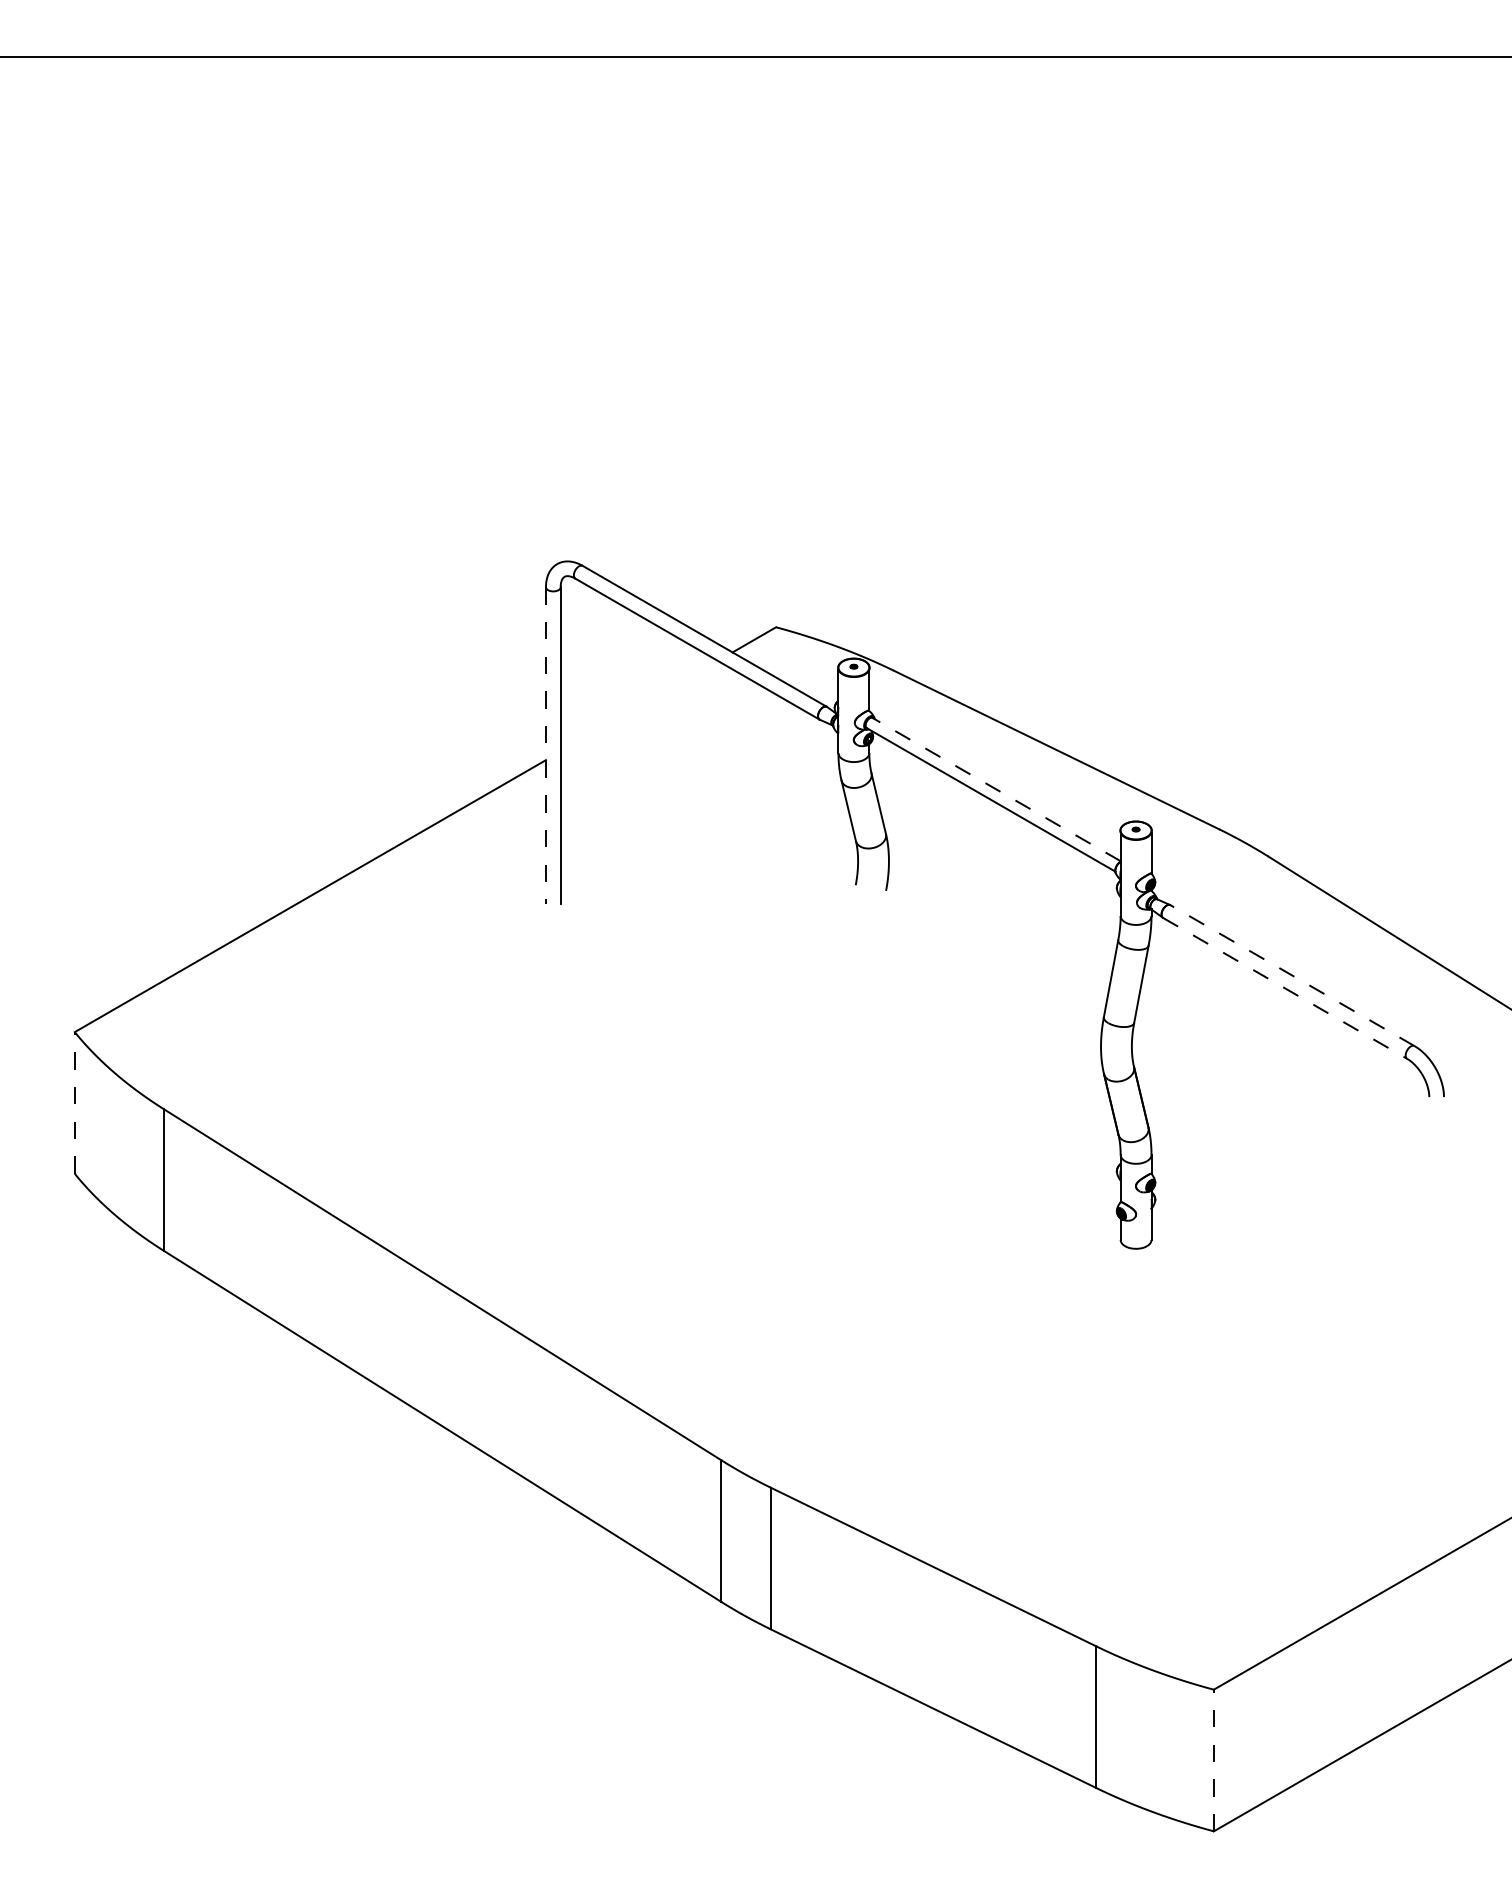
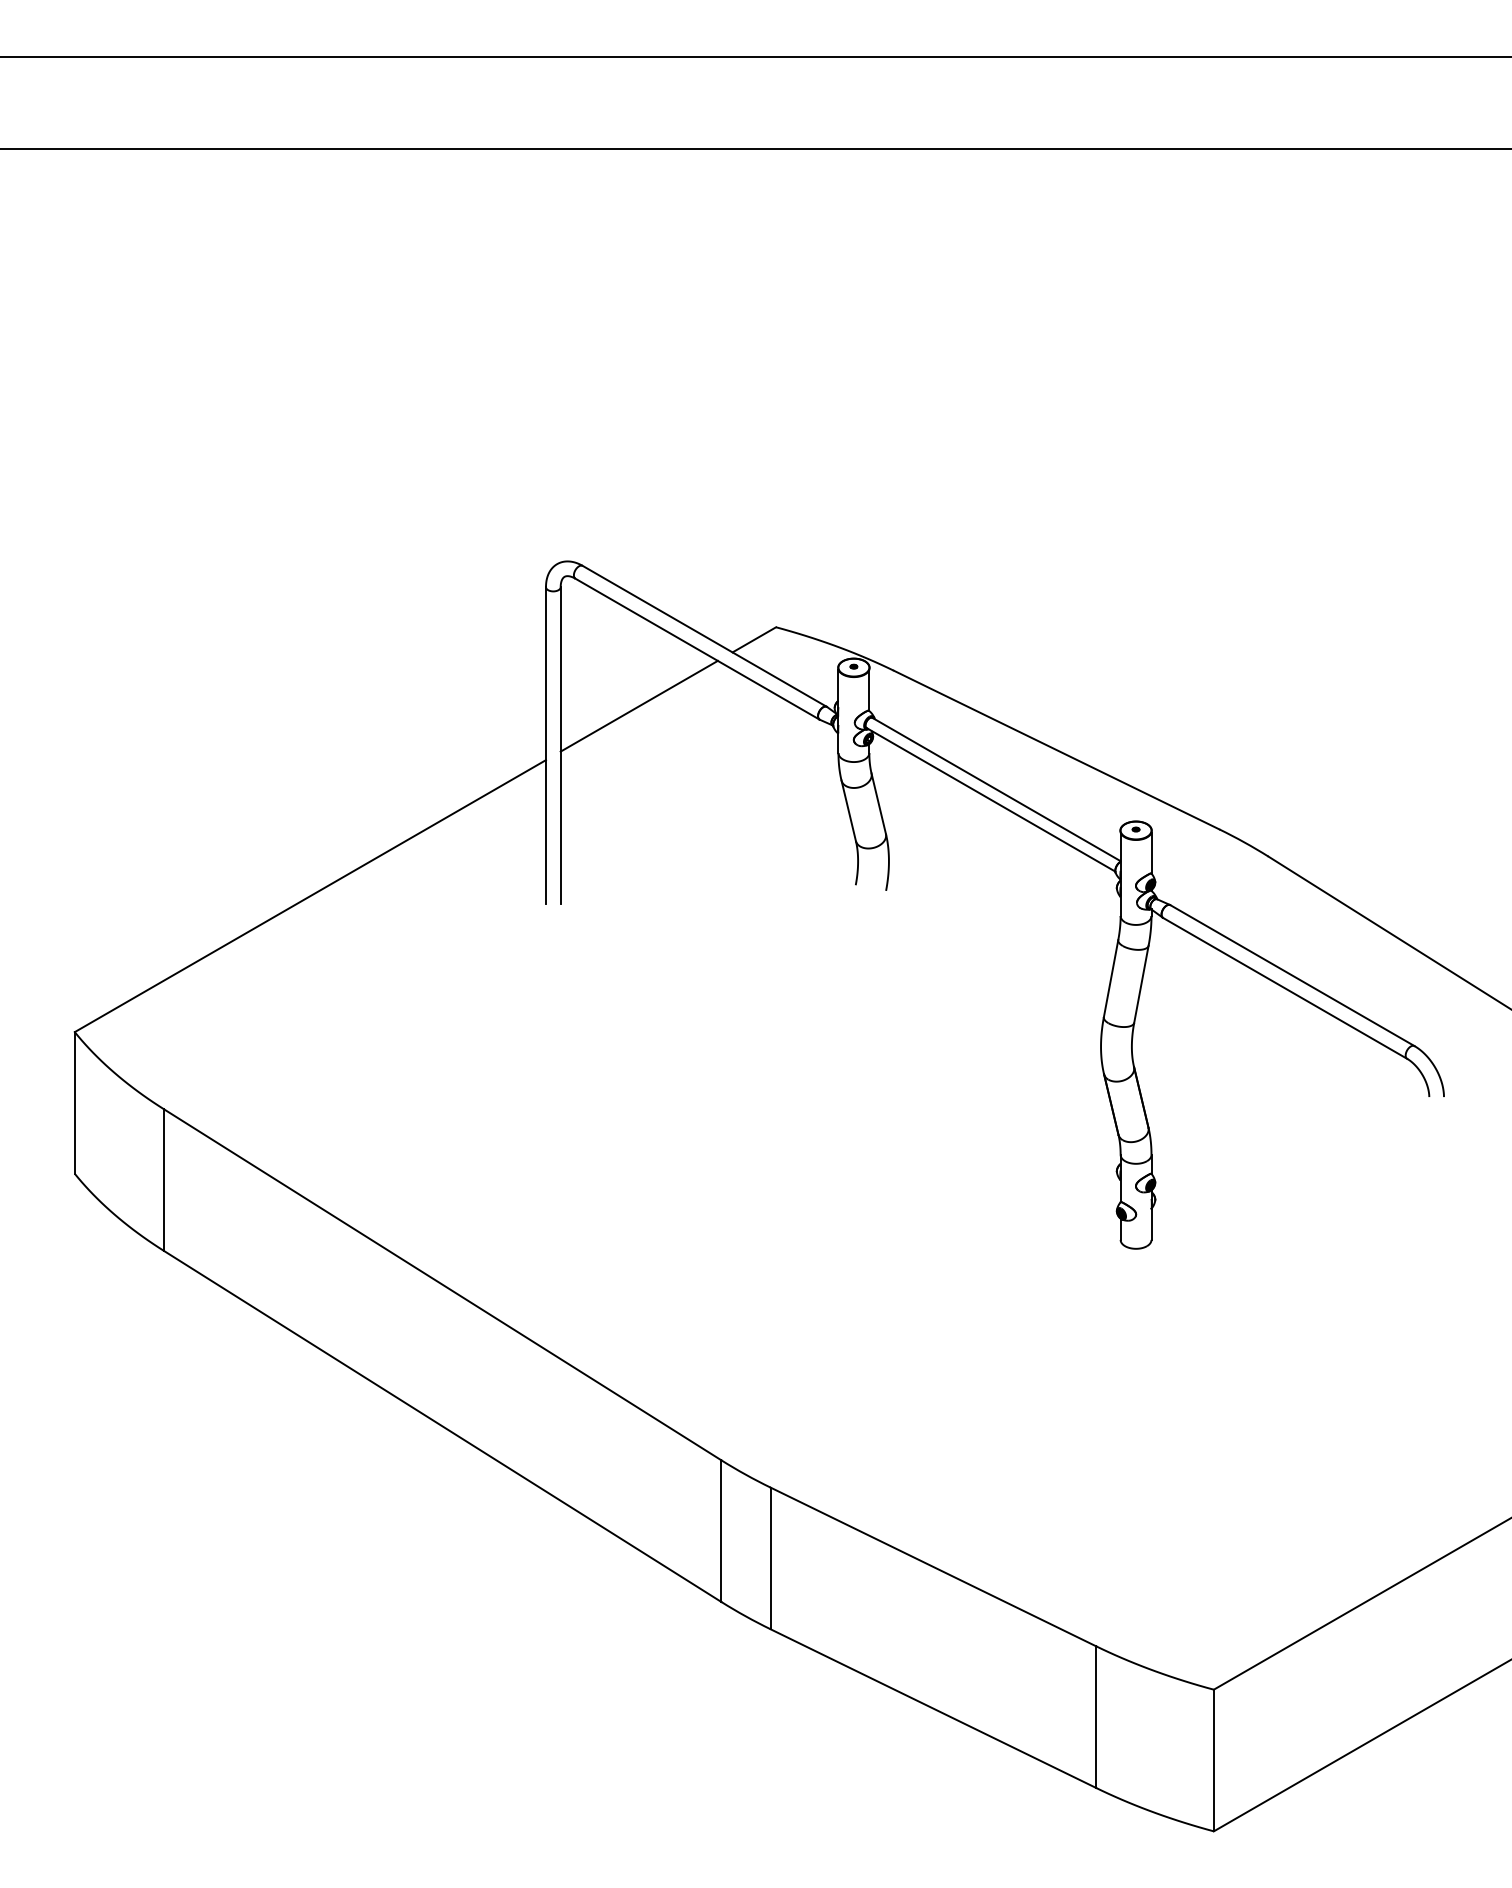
line at (755, 148): none -> present
line at (638, 705): none -> present
line at (545, 745): dashed -> solid
line at (996, 789): dashed -> solid
line at (1292, 975): dashed -> solid
line at (1285, 988): dashed -> solid
line at (74, 1102): dashed -> solid
line at (1213, 1760): dashed -> solid
